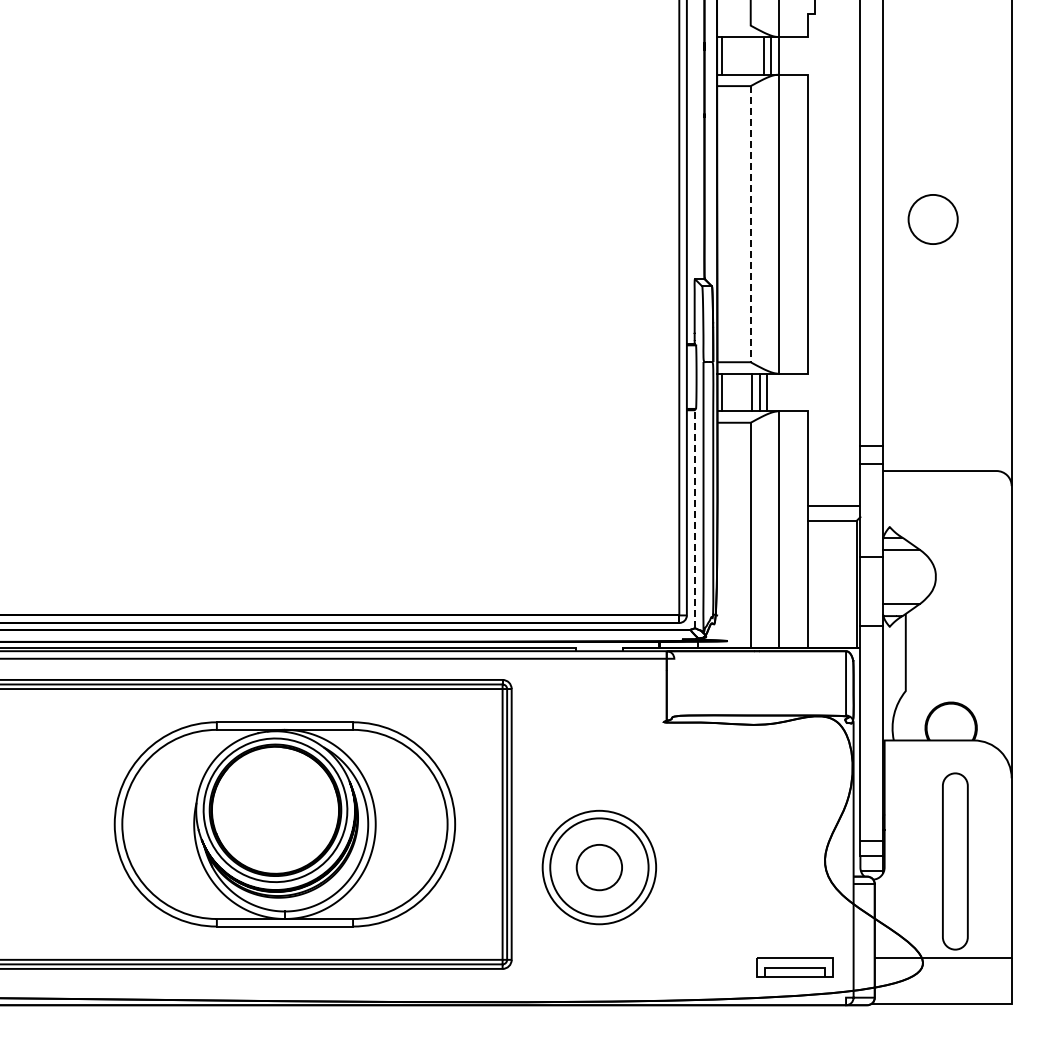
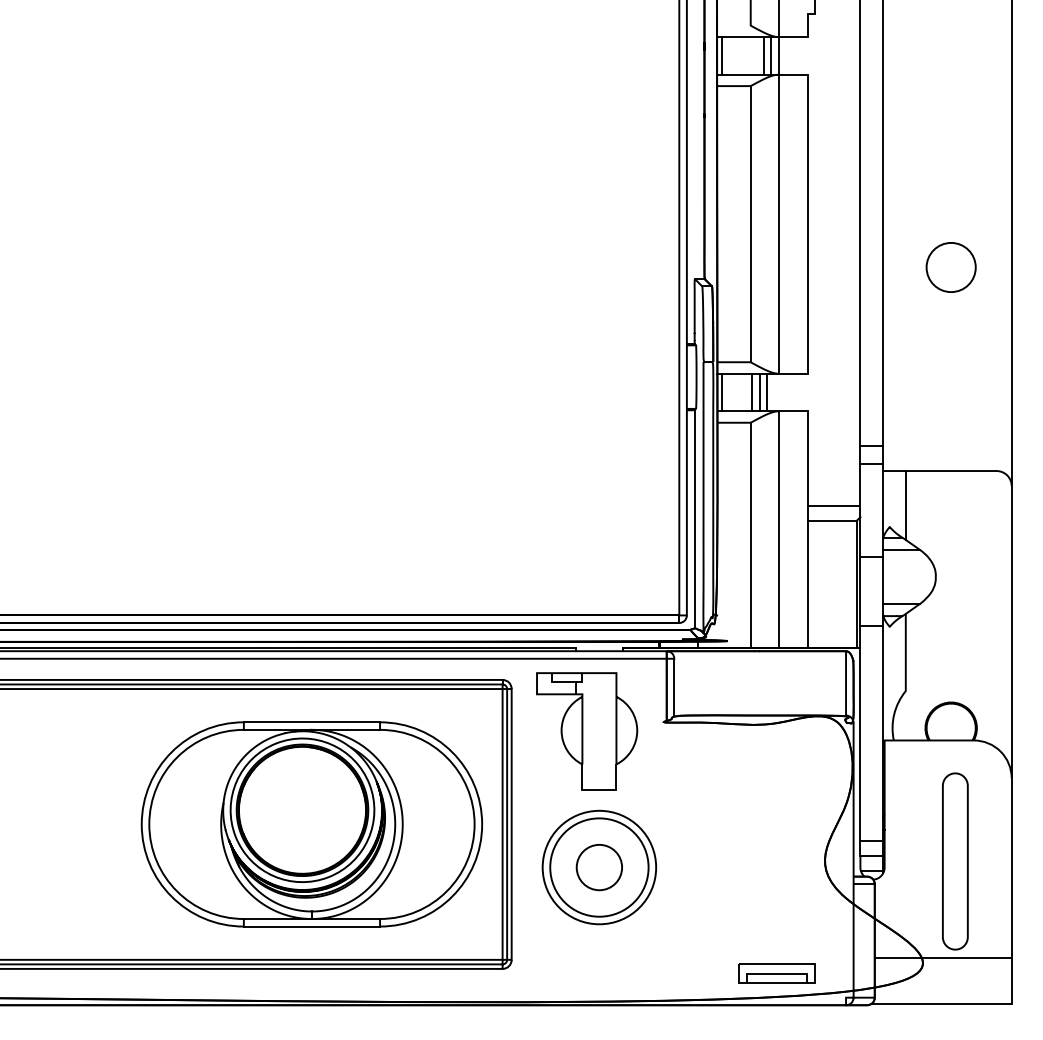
circle at (932, 219) position: (932, 219) -> (950, 267)
line at (750, 224): dashed -> solid
line at (905, 505): none -> present
line at (694, 519): dashed -> solid
line at (674, 686): none -> present
part at (587, 731): none -> present
part at (284, 824) position: (284, 824) -> (311, 824)
part at (794, 967) position: (794, 967) -> (776, 973)
